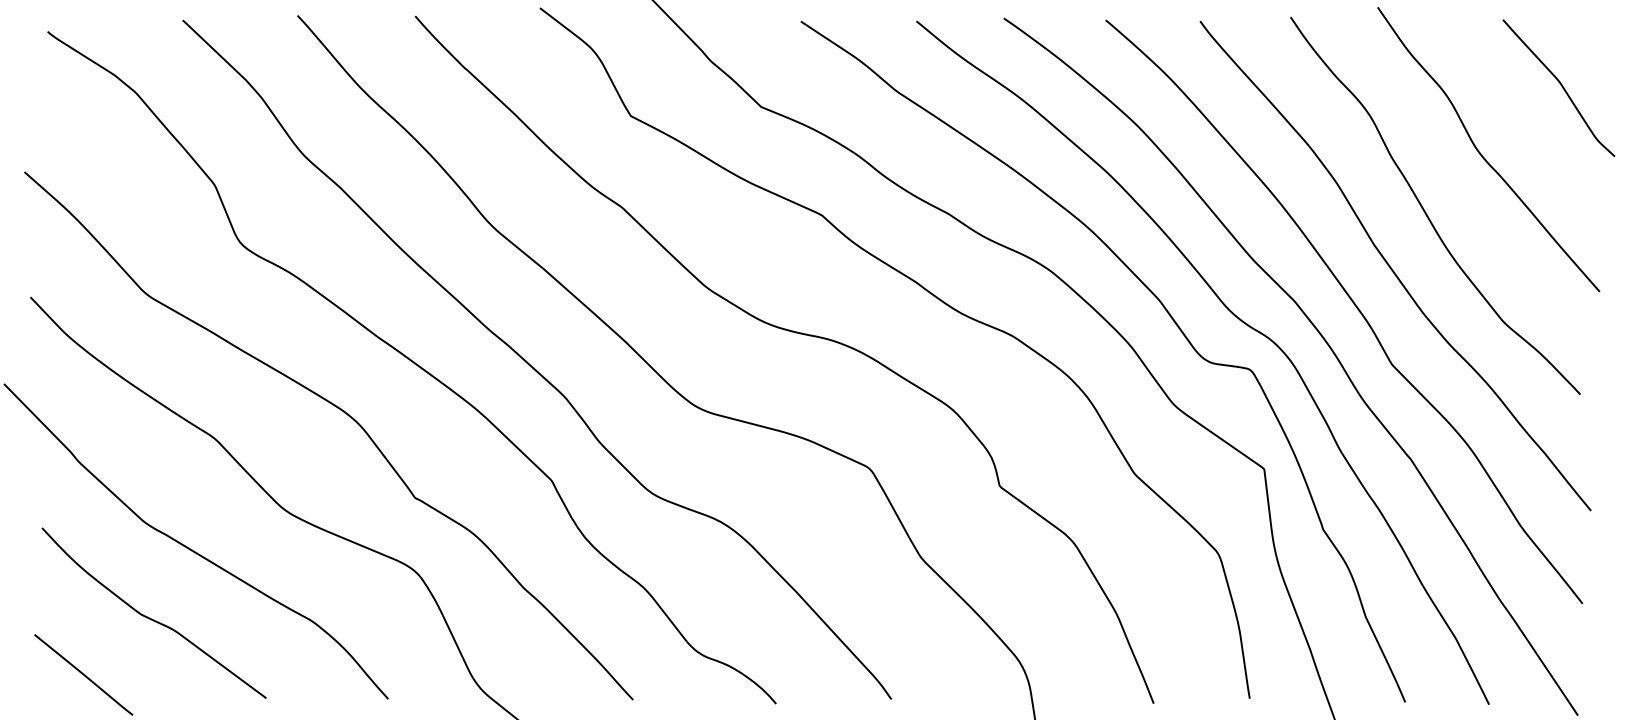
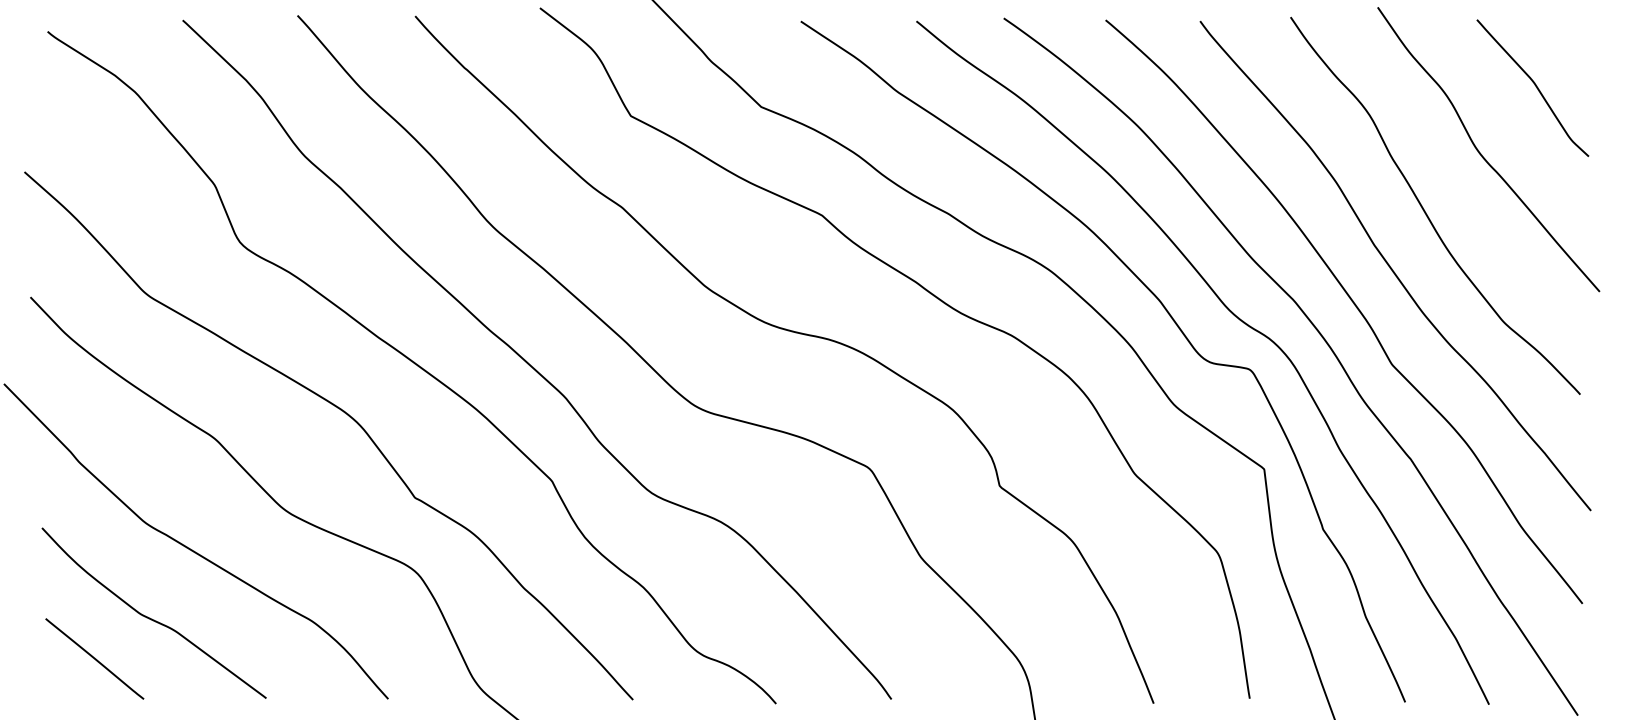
curve at (1560, 85) position: (1560, 85) -> (1534, 85)
line at (83, 674) position: (83, 674) -> (94, 658)
